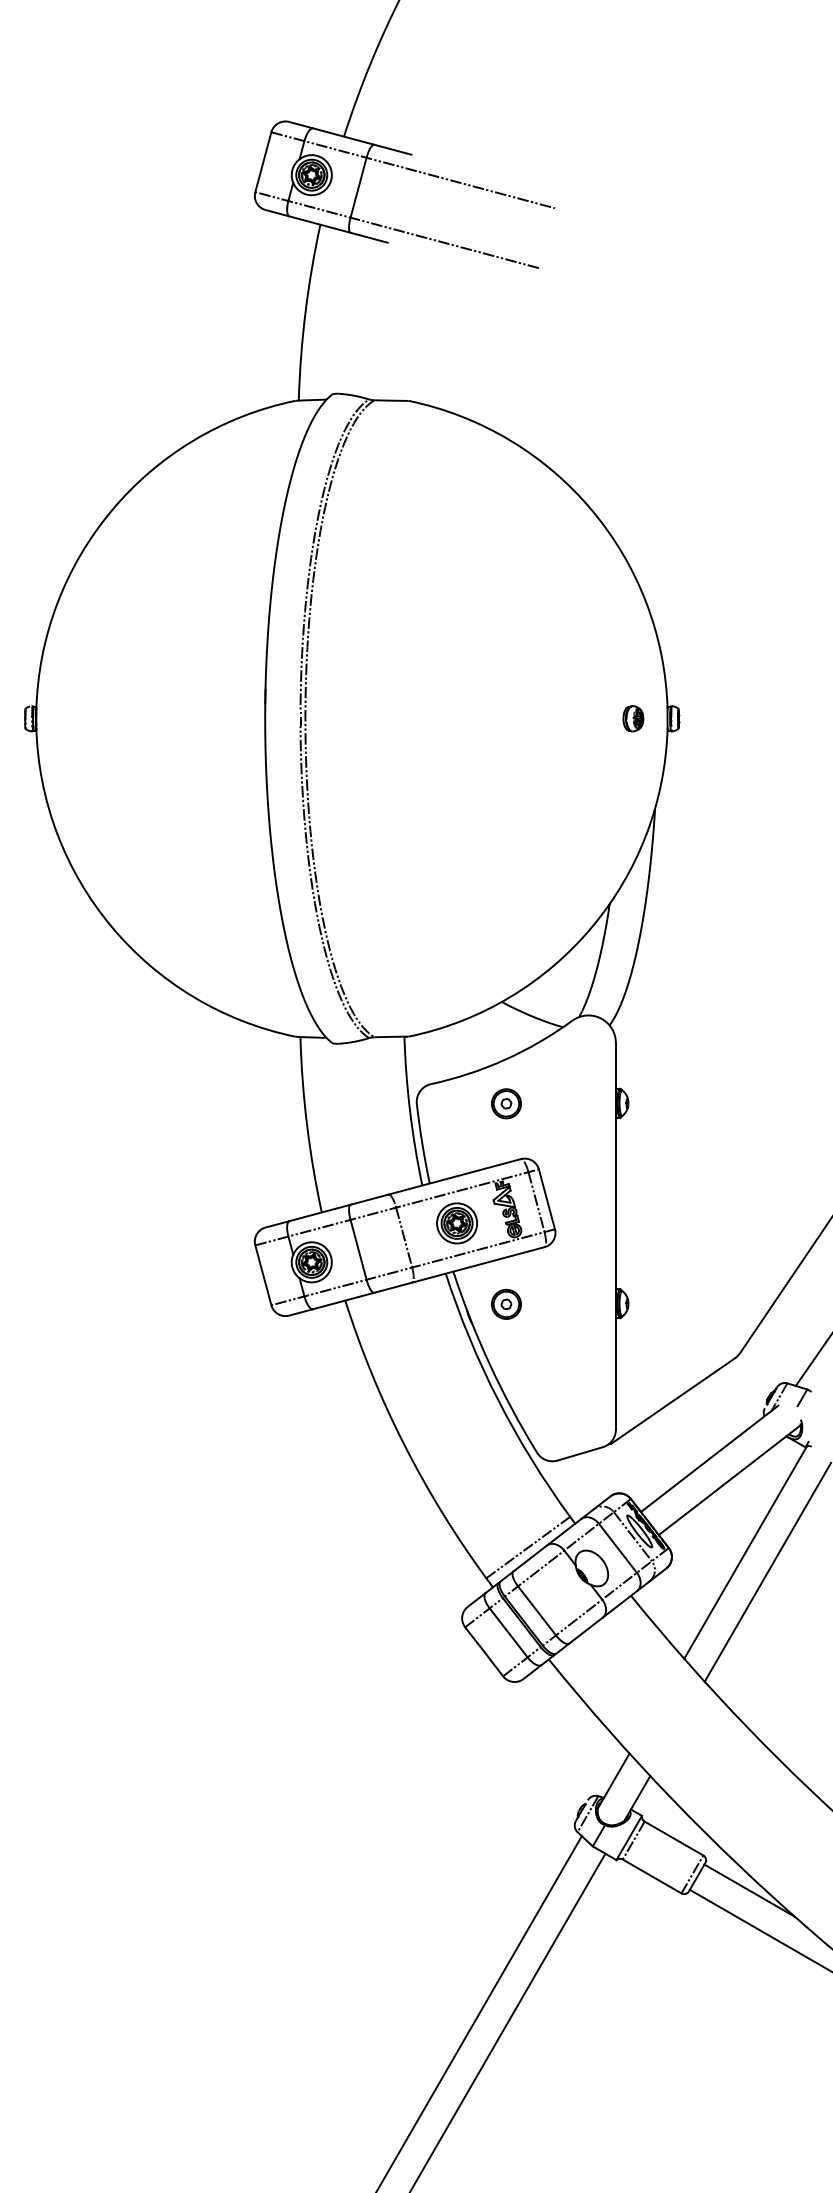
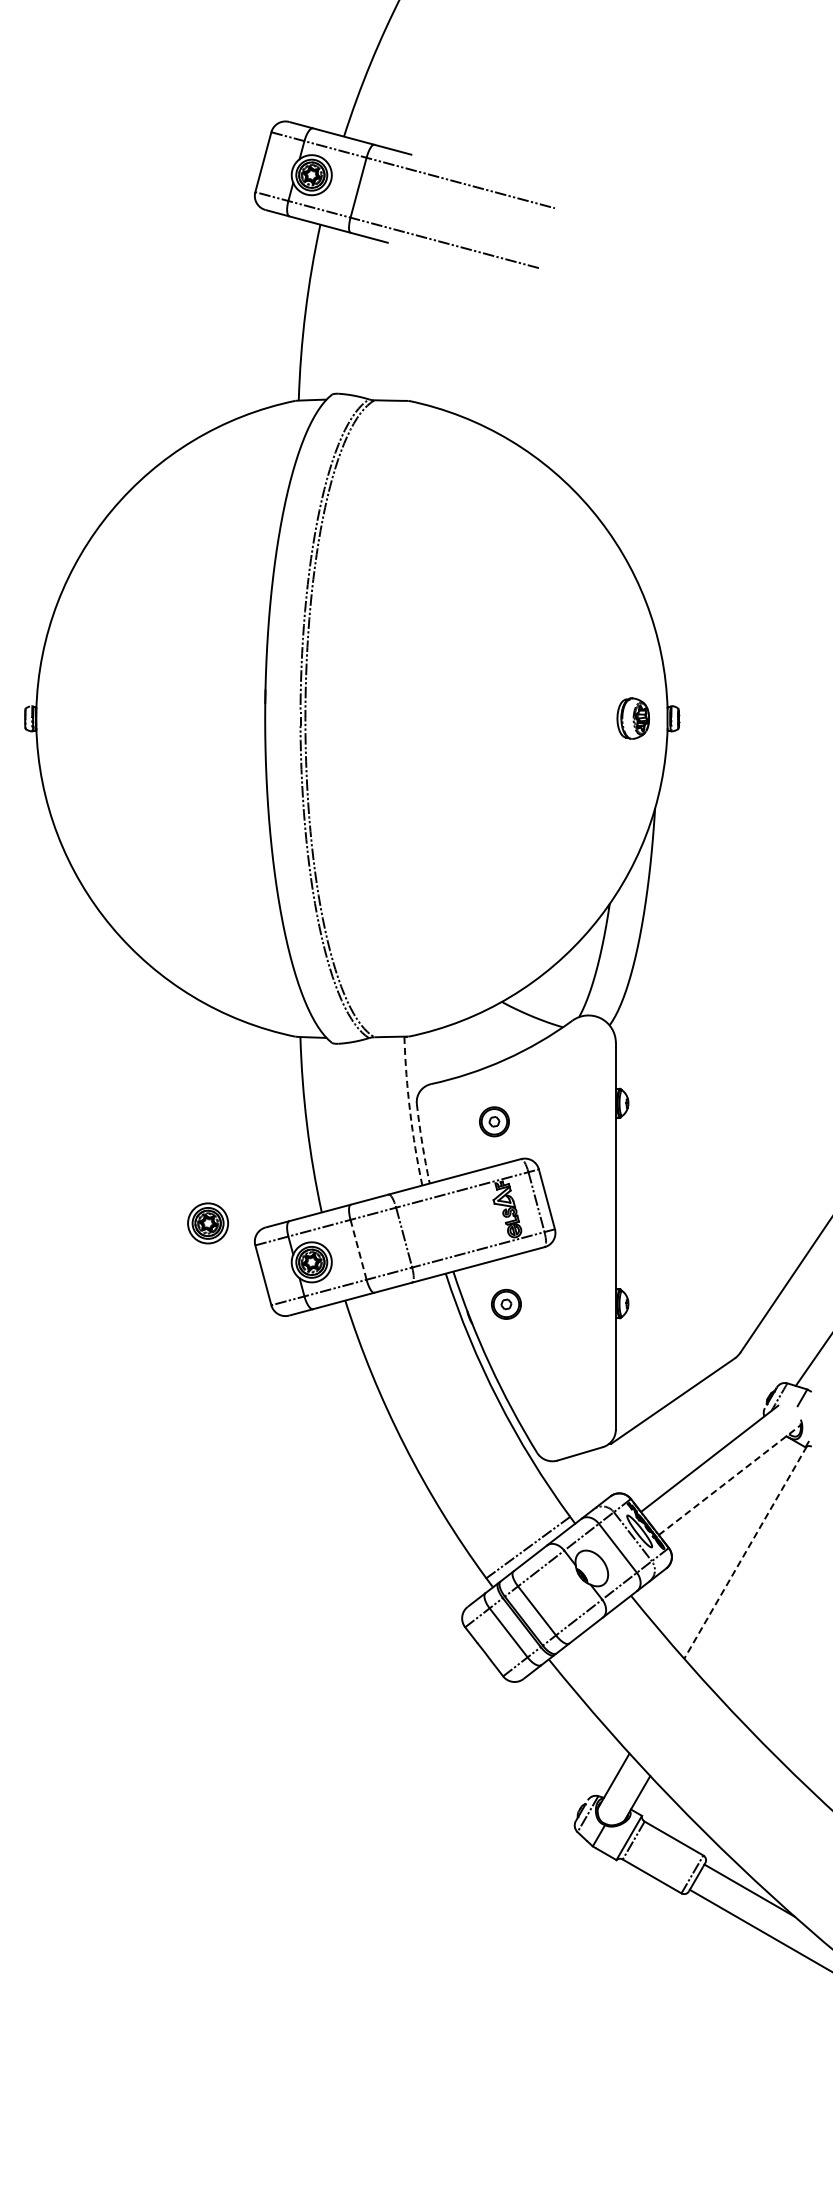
part at (633, 718) size: 23x28 px -> 34x43 px
part at (506, 1103) position: (506, 1103) -> (494, 1121)
arc at (410, 1111): solid -> dashed
arc at (422, 1143): solid -> dashed
part at (457, 1223) position: (457, 1223) -> (208, 1223)
line at (358, 1250): solid -> dashed
line at (729, 1480): solid -> dashed
line at (745, 1552): solid -> dashed
line at (766, 1573): present -> none
line at (479, 2012): present -> none
line at (508, 2021): present -> none
